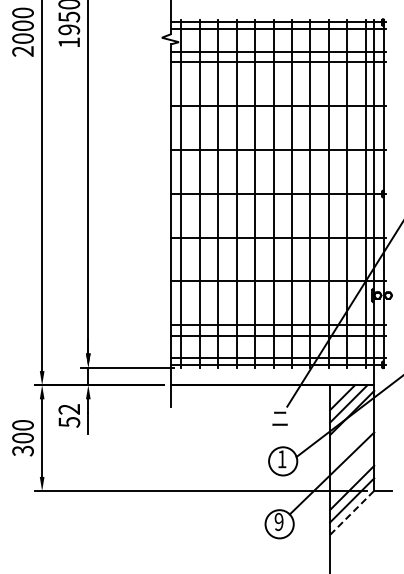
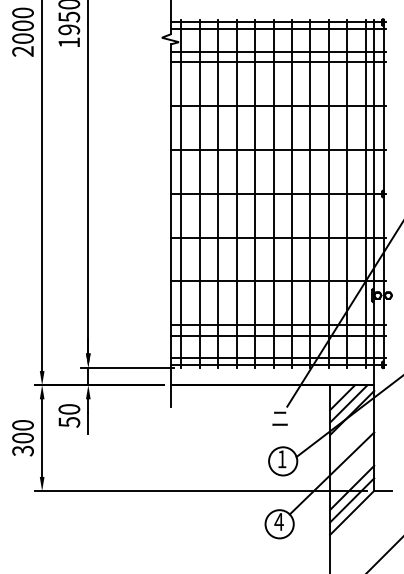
text at (69, 409): 52 -> 50
line at (352, 512): dashed -> solid
text at (278, 521): 9 -> 4
line at (384, 554): none -> present
